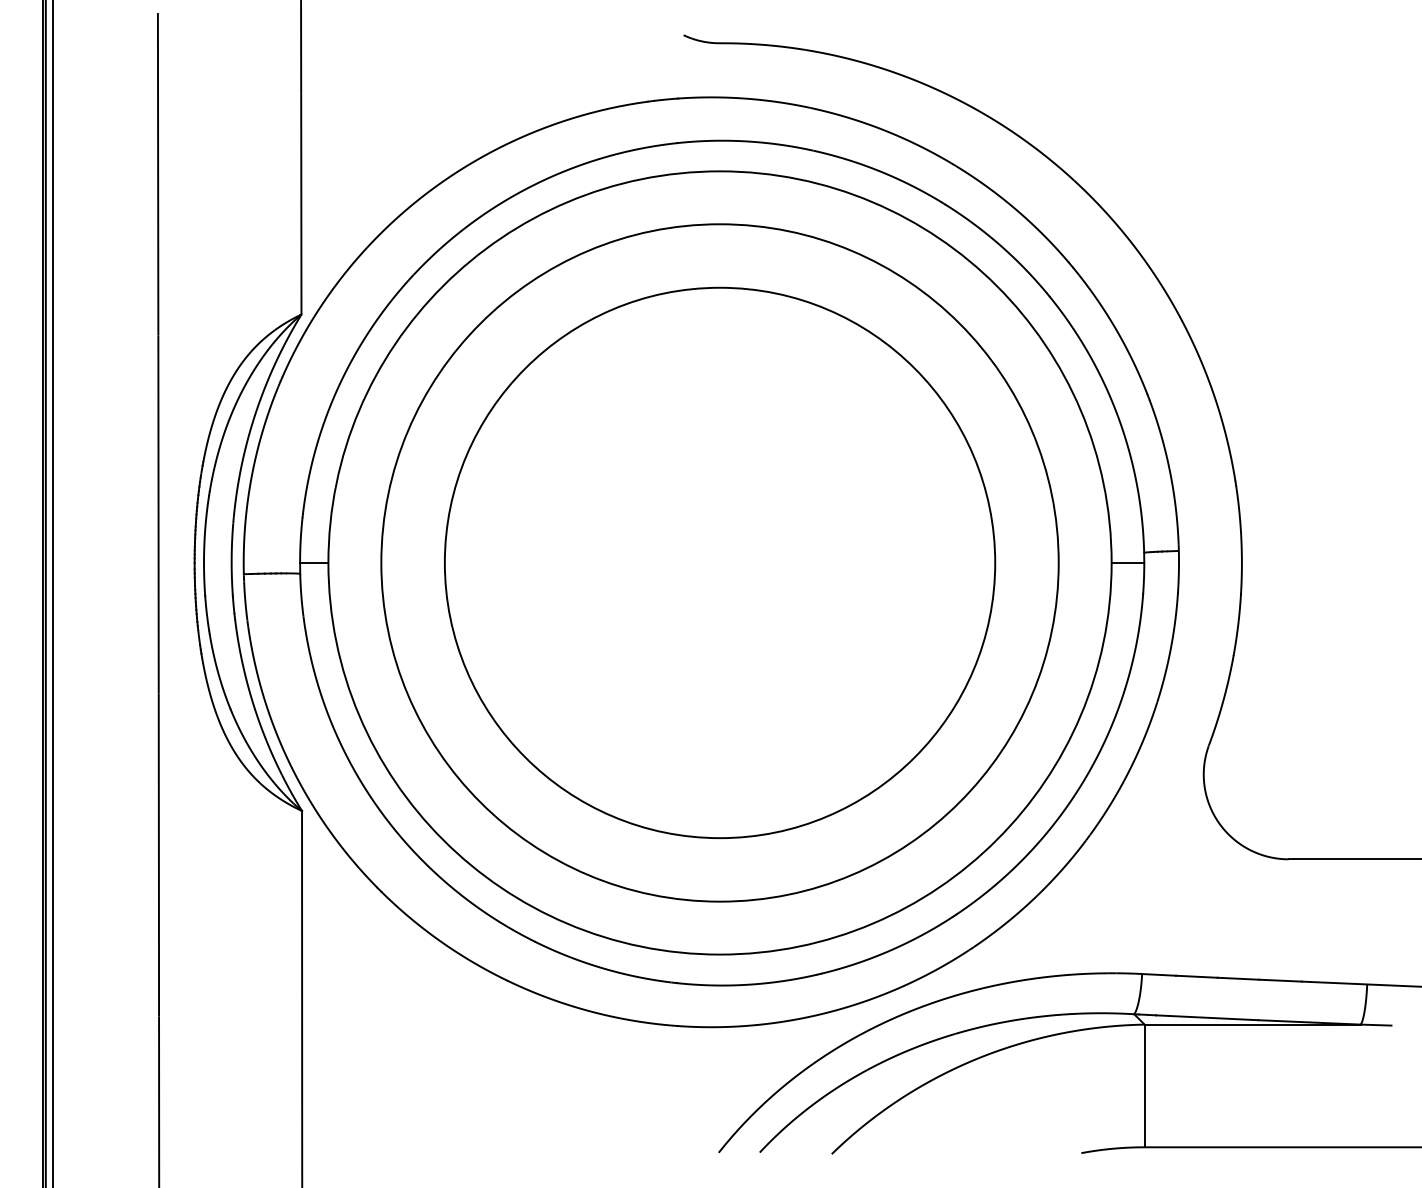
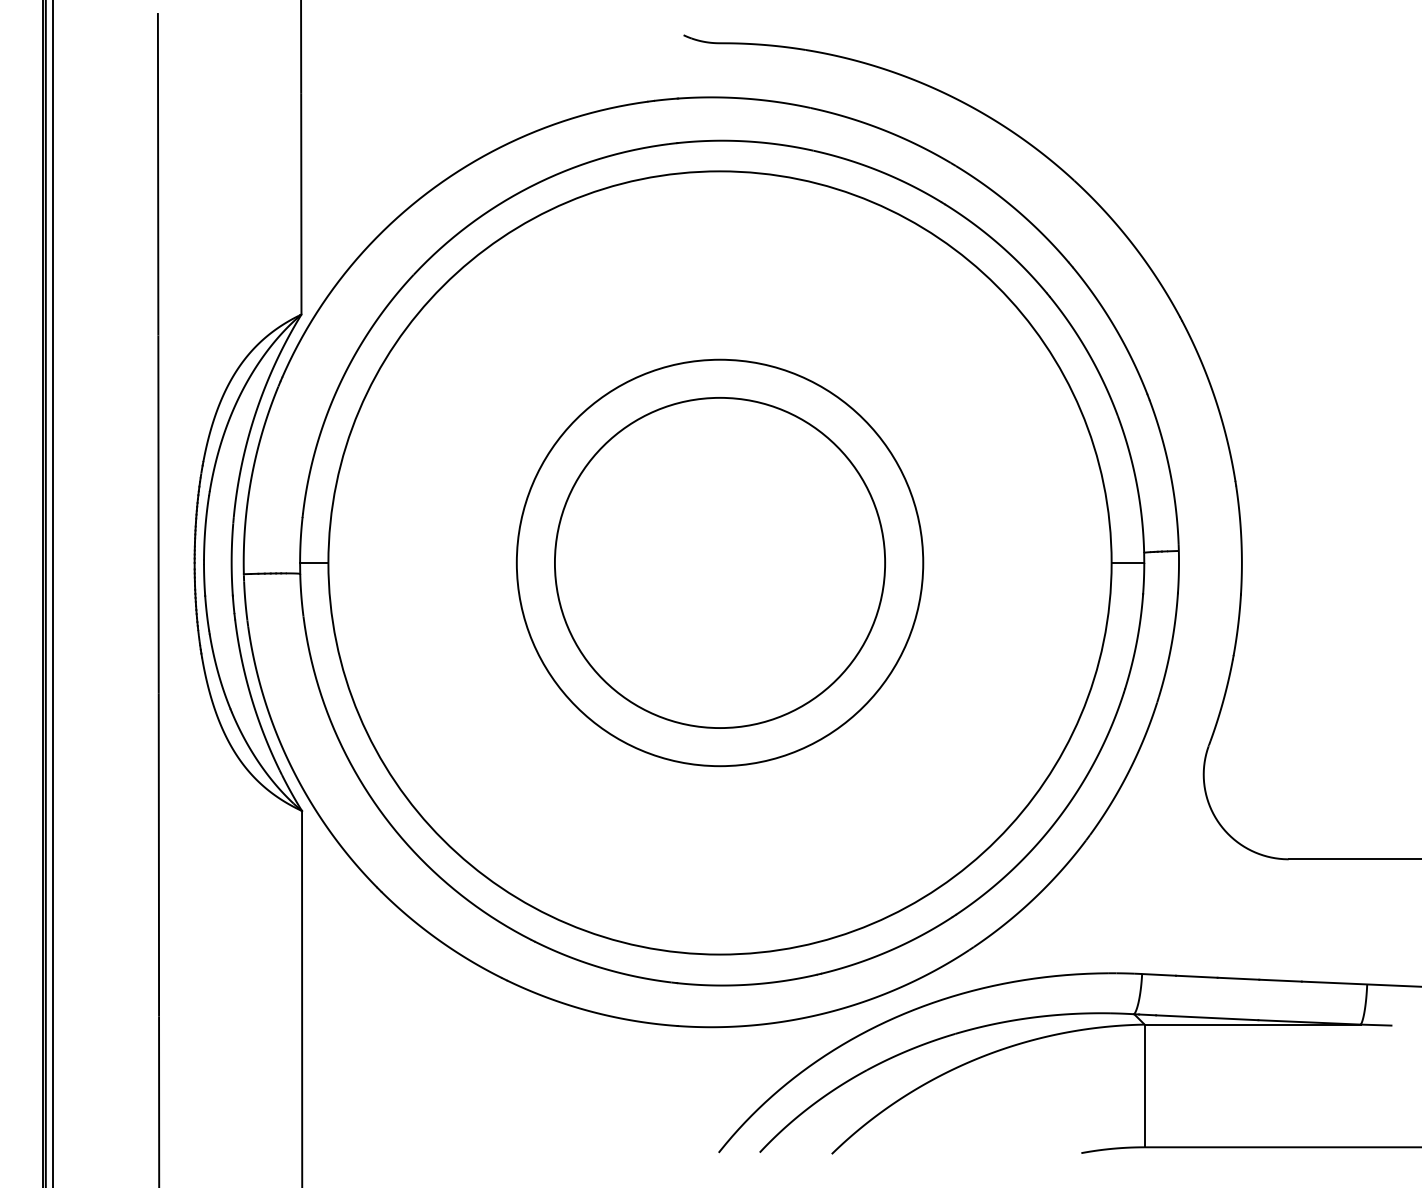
circle at (719, 562) diameter: 550 px -> 330 px
circle at (719, 562) diameter: 677 px -> 406 px
